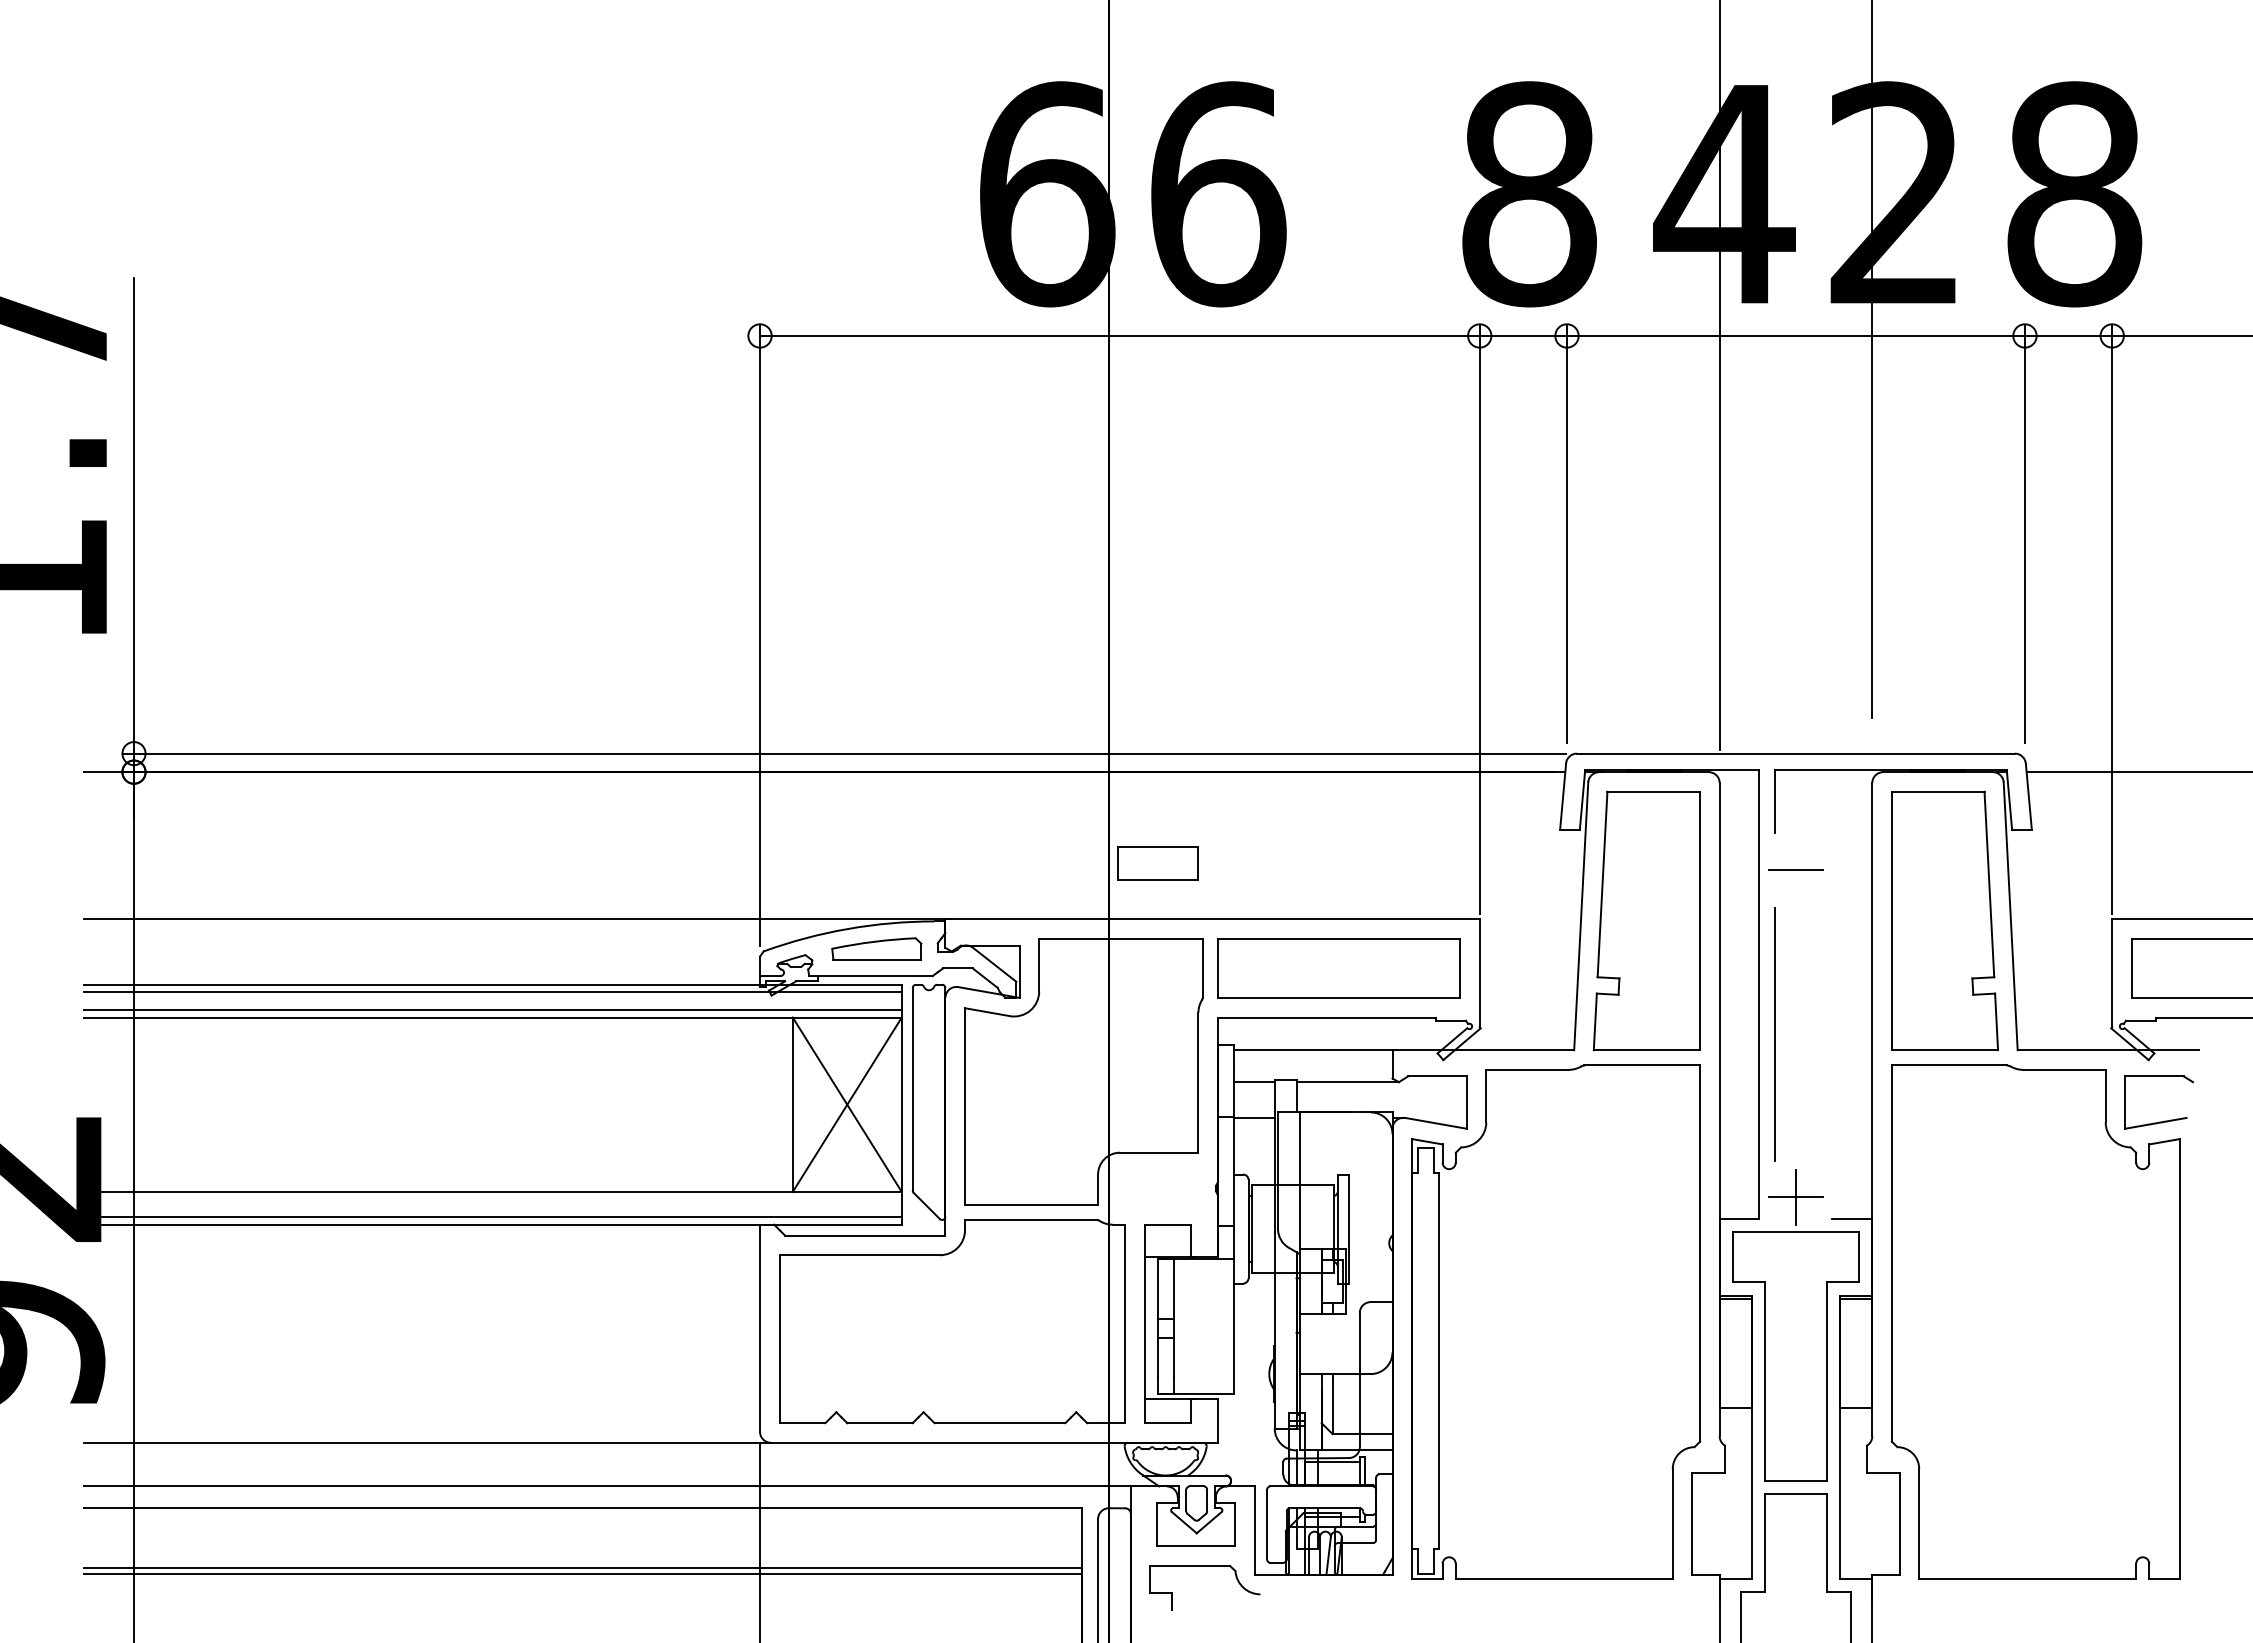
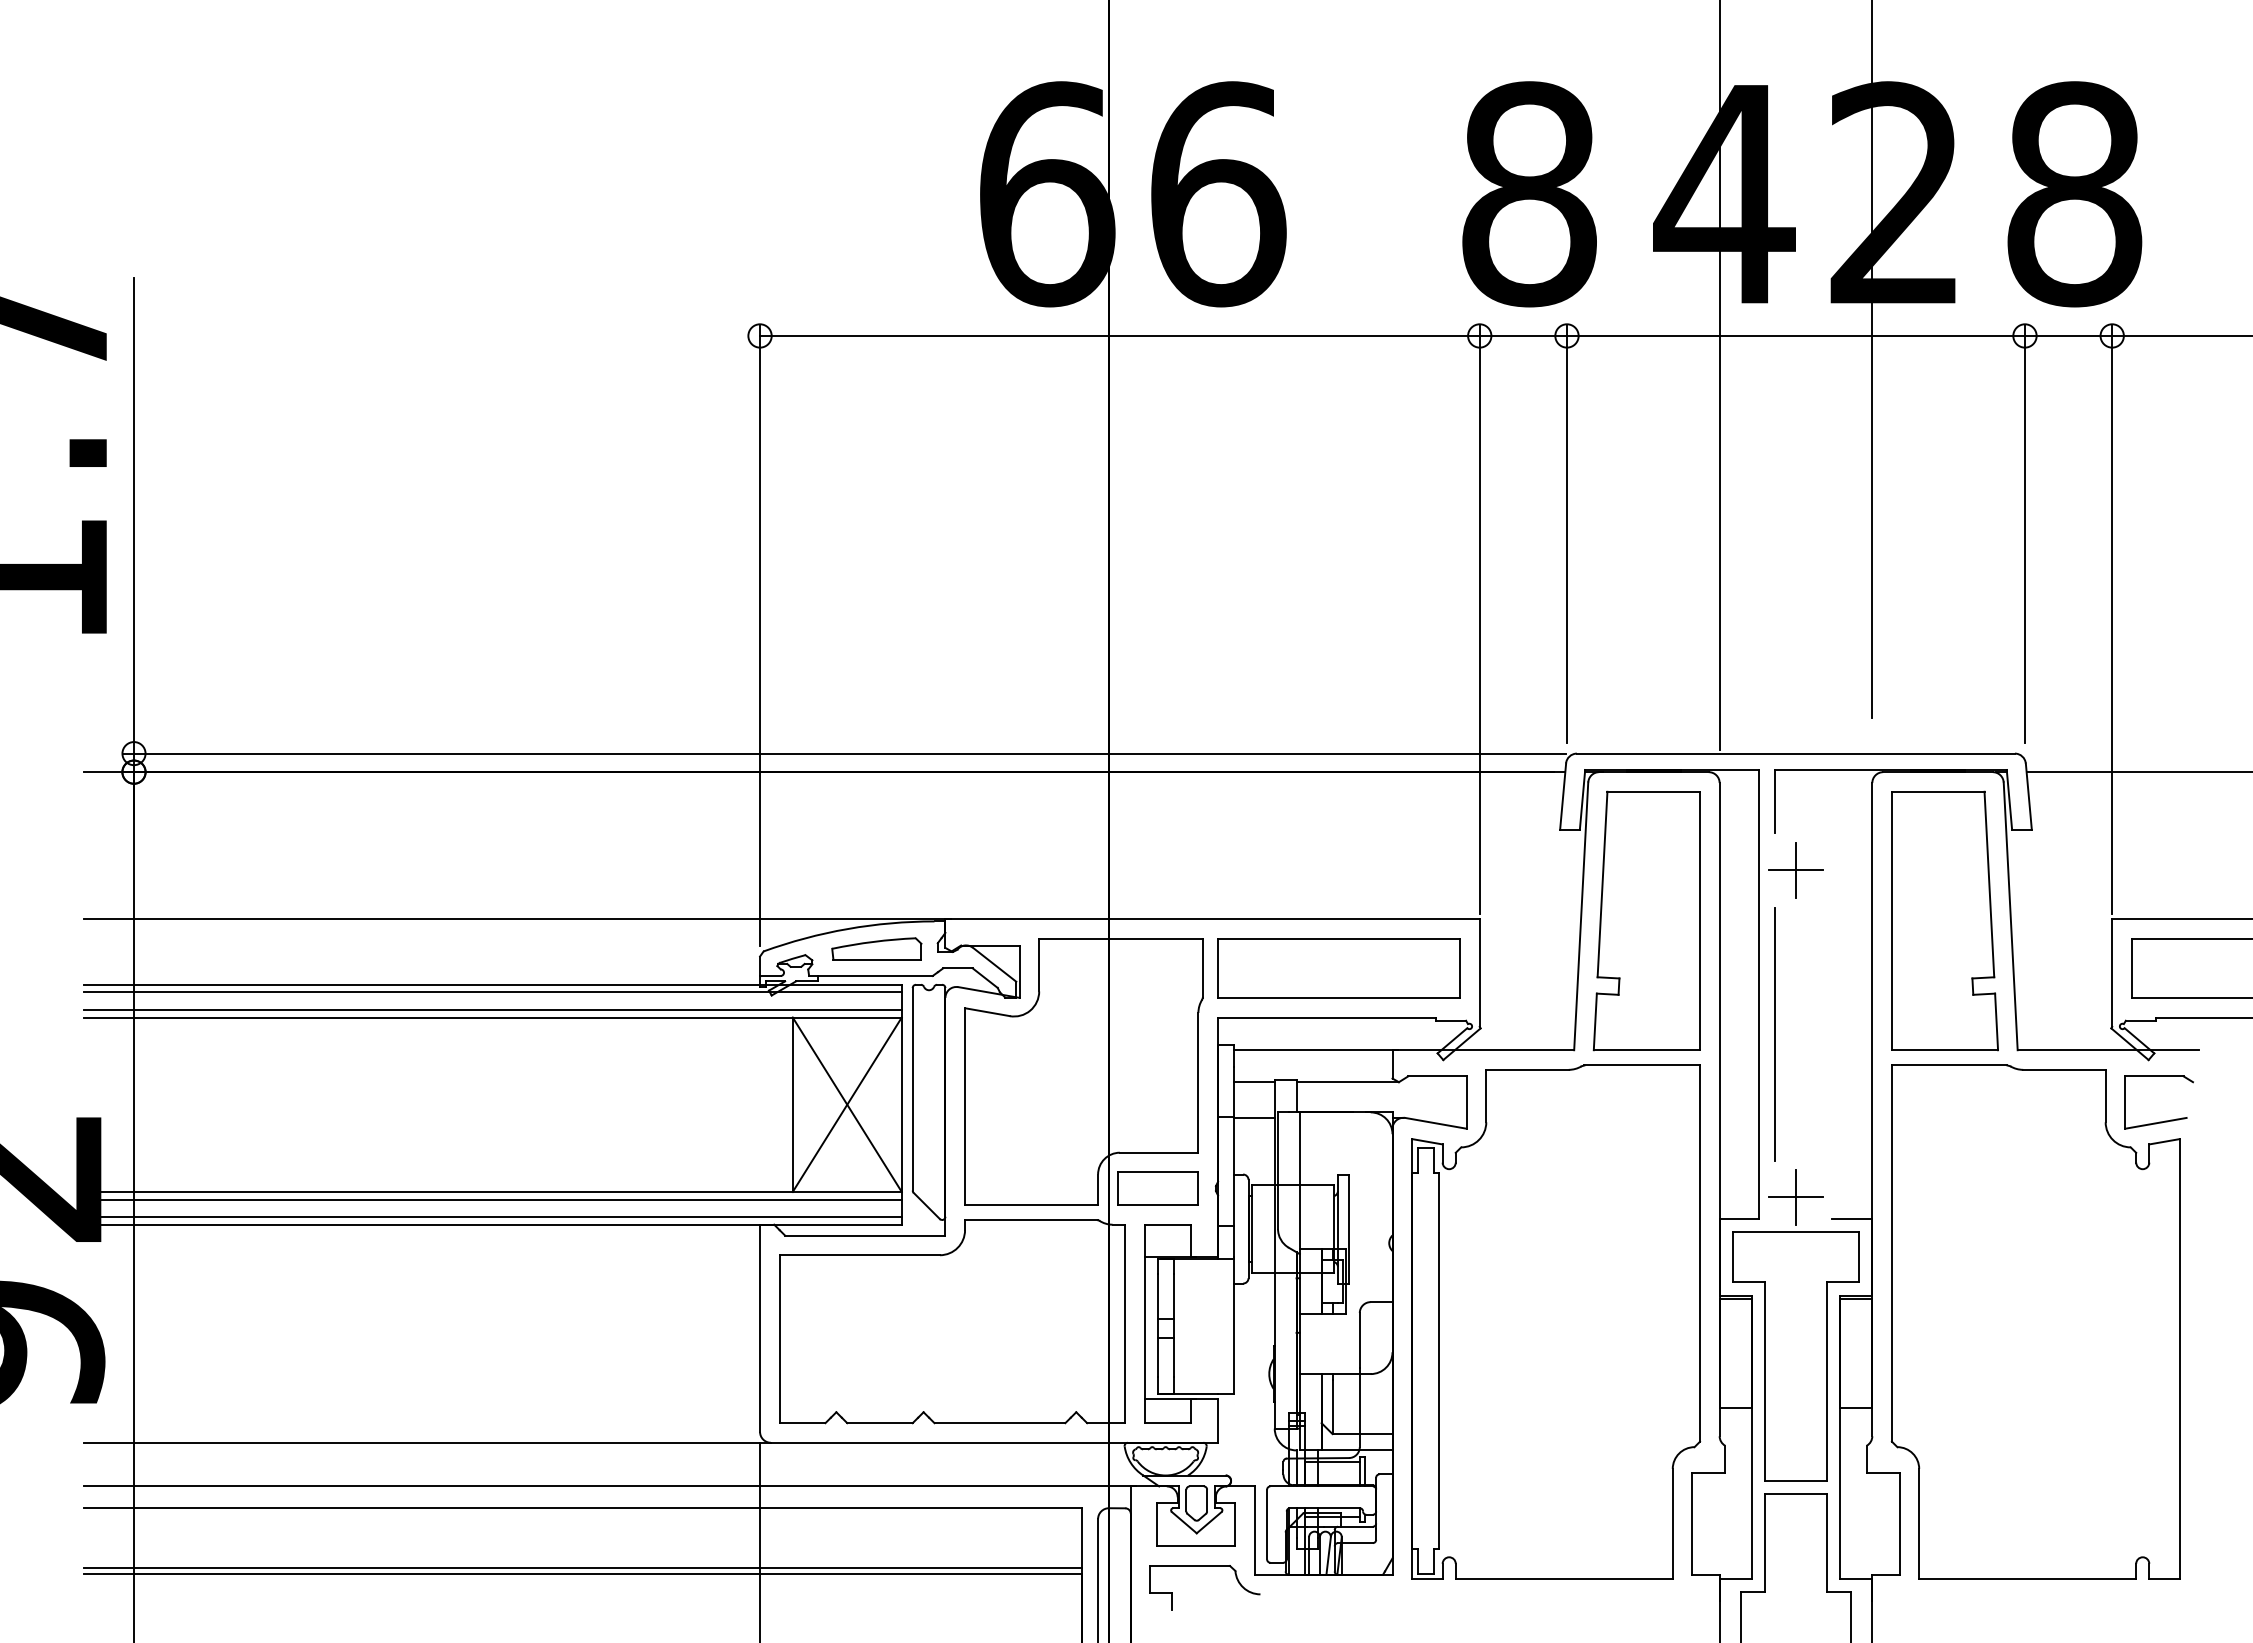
part at (1157, 863) position: (1157, 863) -> (1157, 1188)
line at (1795, 870): none -> present
line at (492, 1199): none -> present
